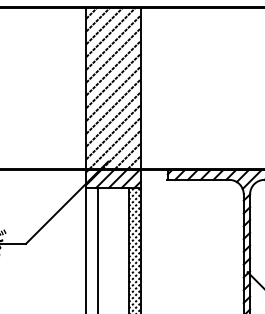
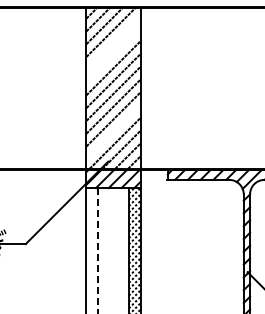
line at (113, 42): present -> none
line at (113, 55): present -> none
line at (113, 132): present -> none
line at (98, 250): solid -> dashed
